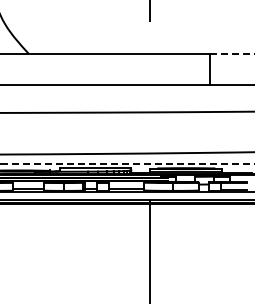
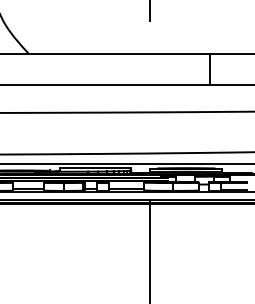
line at (232, 53): dashed -> solid
line at (127, 163): dashed -> solid
